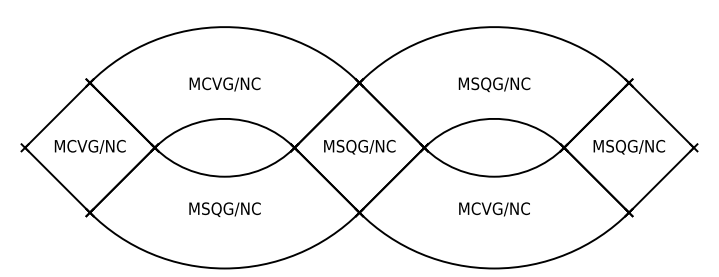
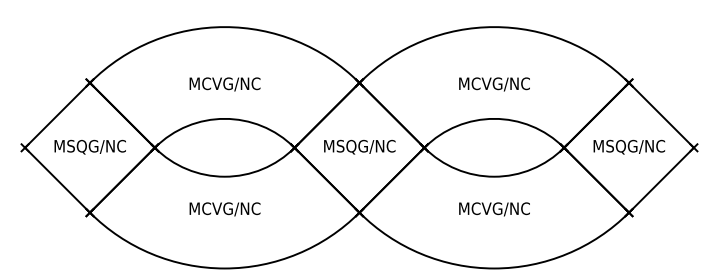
text at (494, 84): MSQG/NC -> MCVG/NC
text at (89, 146): MCVG/NC -> MSQG/NC
text at (224, 209): MSQG/NC -> MCVG/NC
